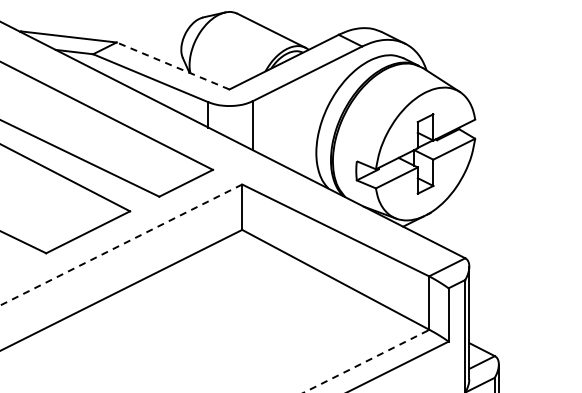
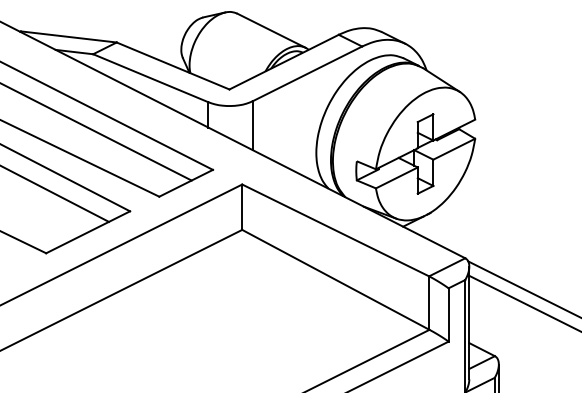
line at (172, 65): dashed -> solid
line at (96, 132): none -> present
line at (55, 193): none -> present
line at (120, 245): dashed -> solid
line at (523, 288): none -> present
line at (523, 302): none -> present
line at (366, 361): dashed -> solid
